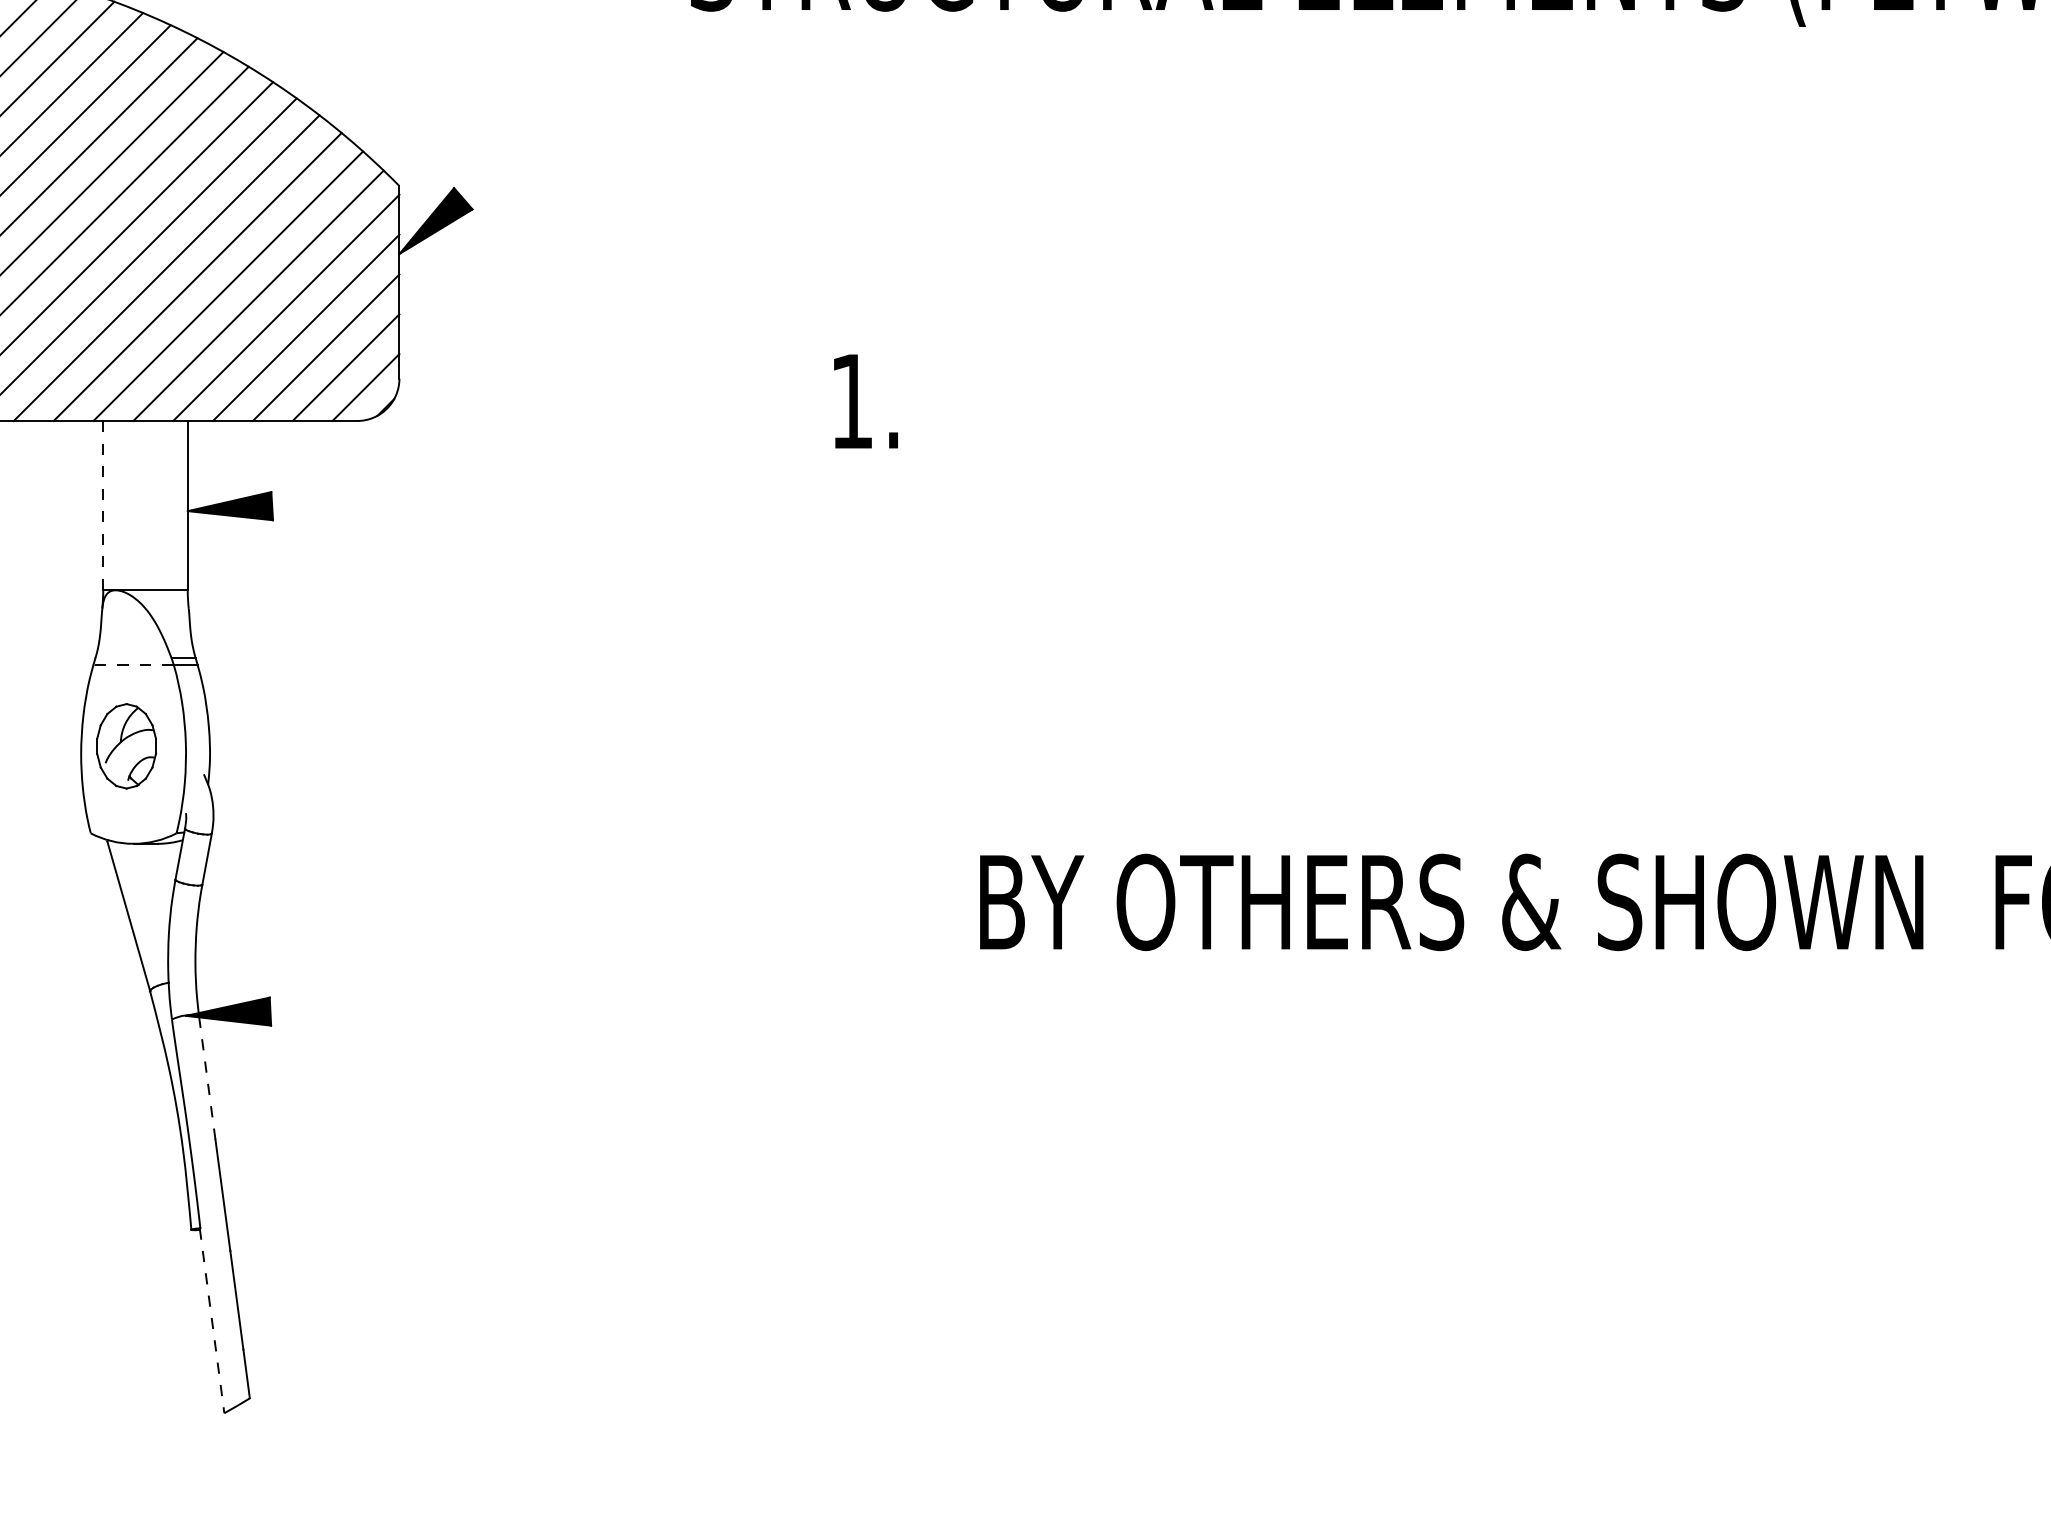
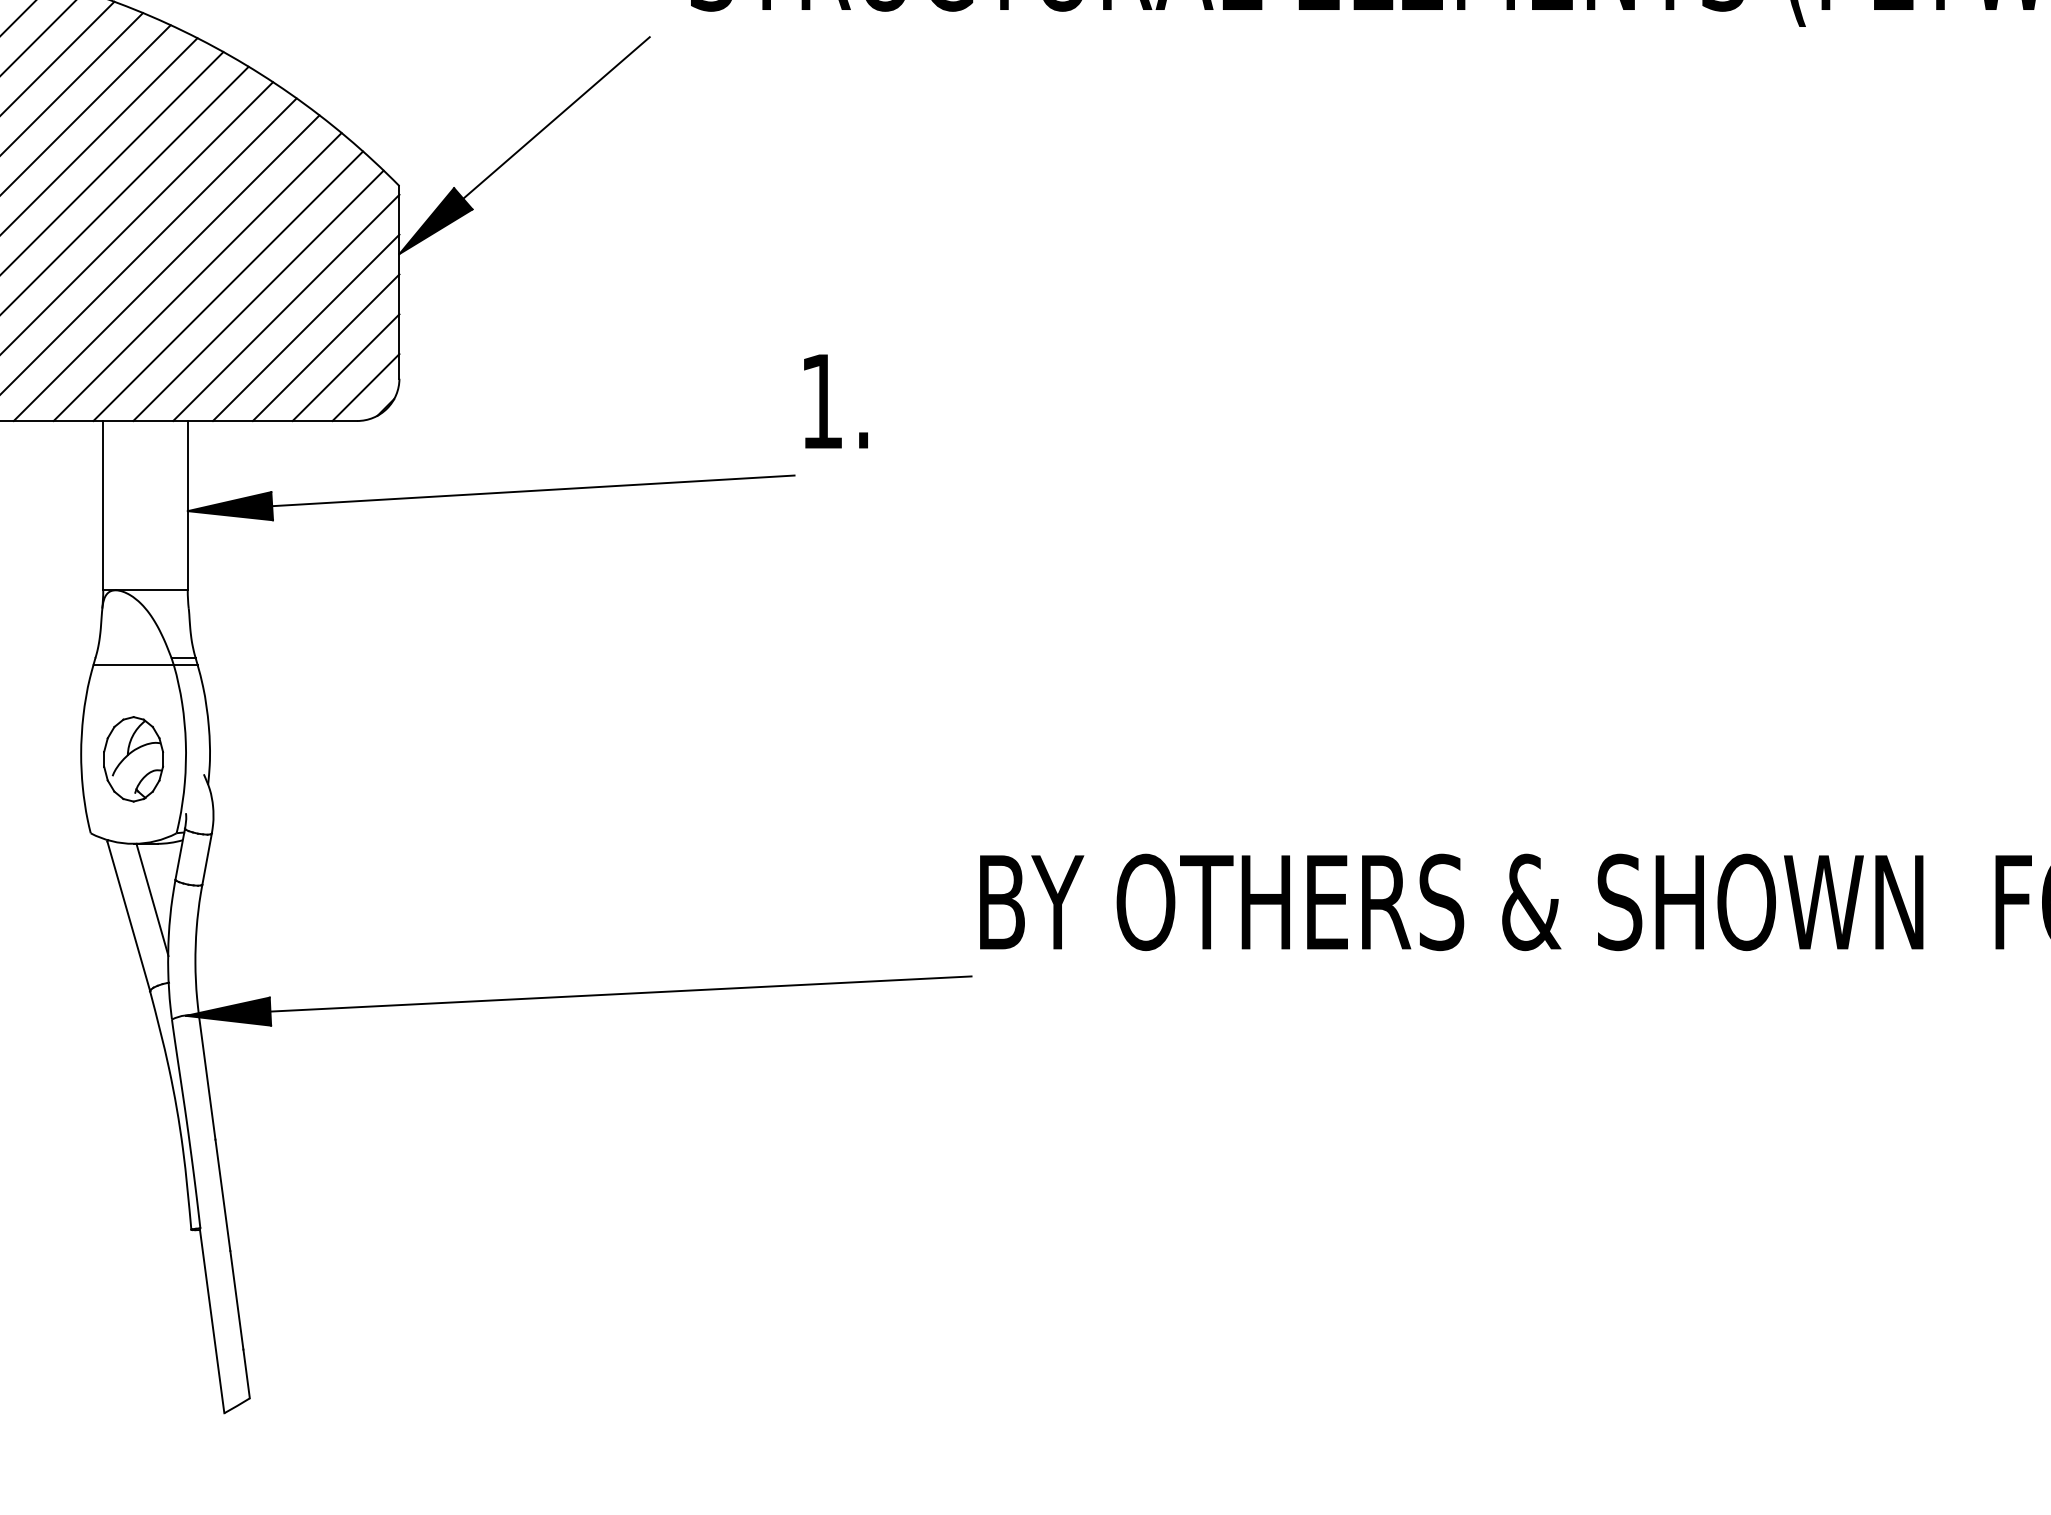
line at (556, 117): none -> present
text at (865, 401) position: (865, 401) -> (835, 401)
line at (533, 490): none -> present
line at (103, 505): dashed -> solid
line at (133, 664): dashed -> solid
part at (126, 746) position: (126, 746) -> (133, 759)
line at (152, 899): none -> present
line at (620, 993): none -> present
line at (207, 1077): dashed -> solid
line at (212, 1321): dashed -> solid
